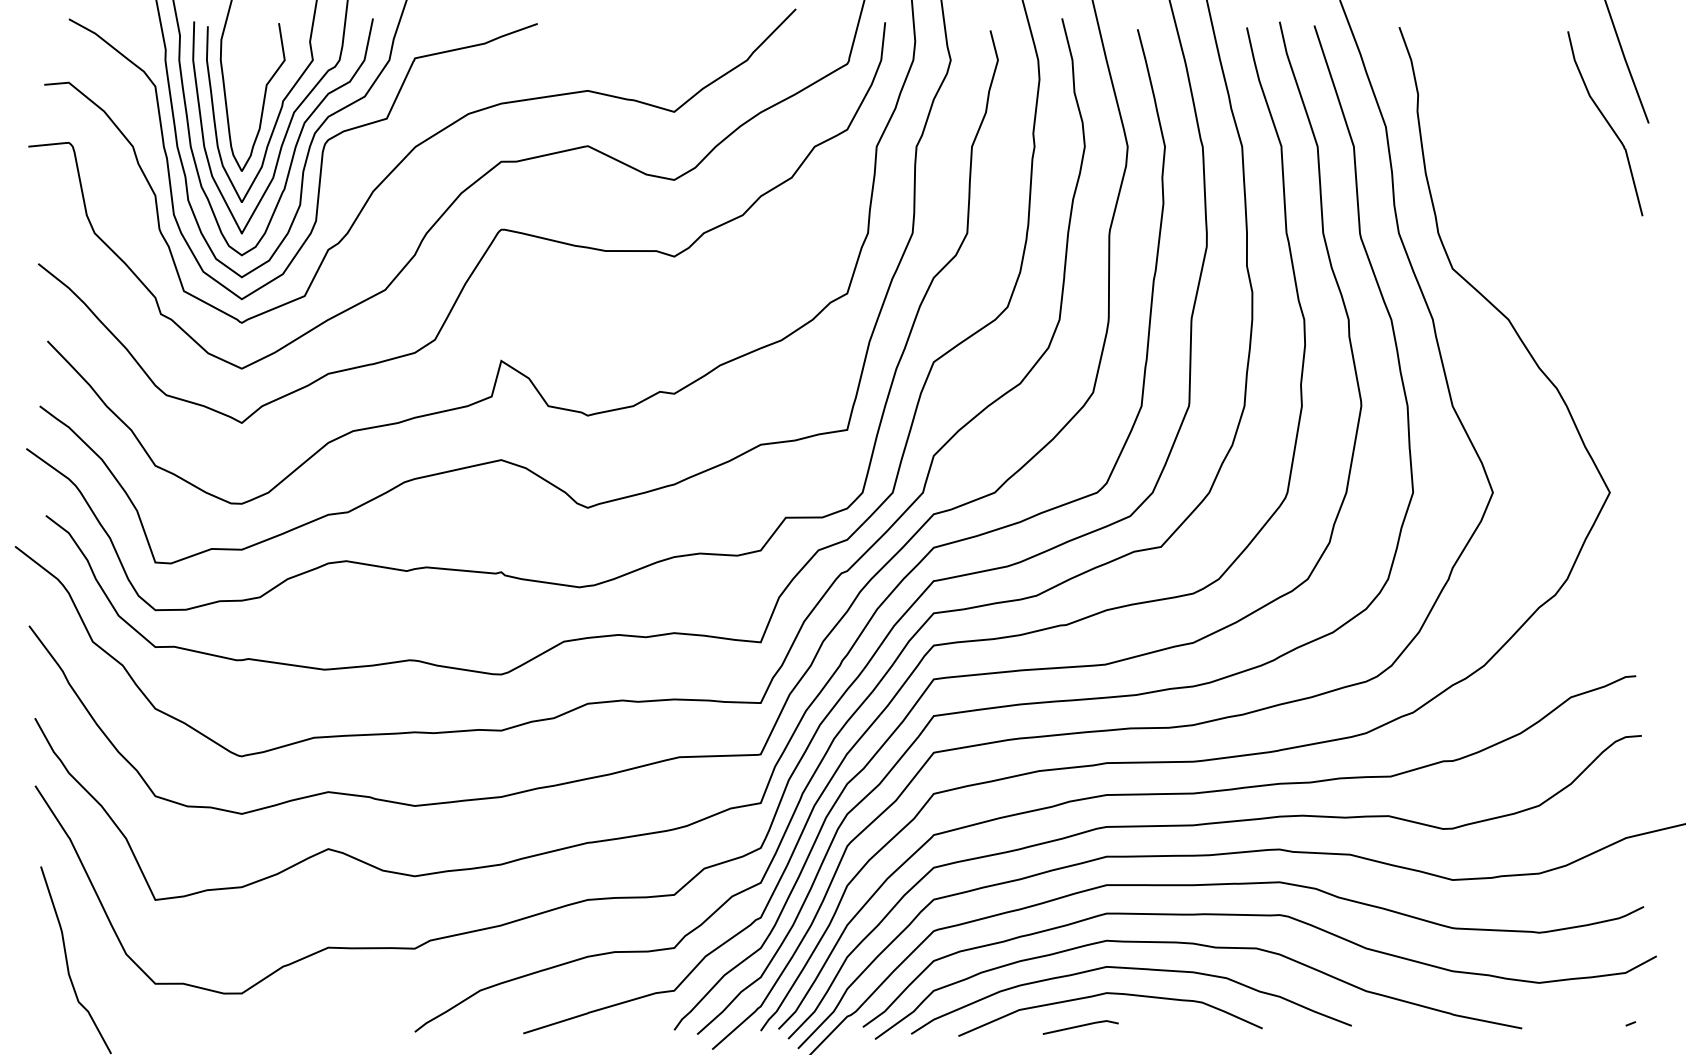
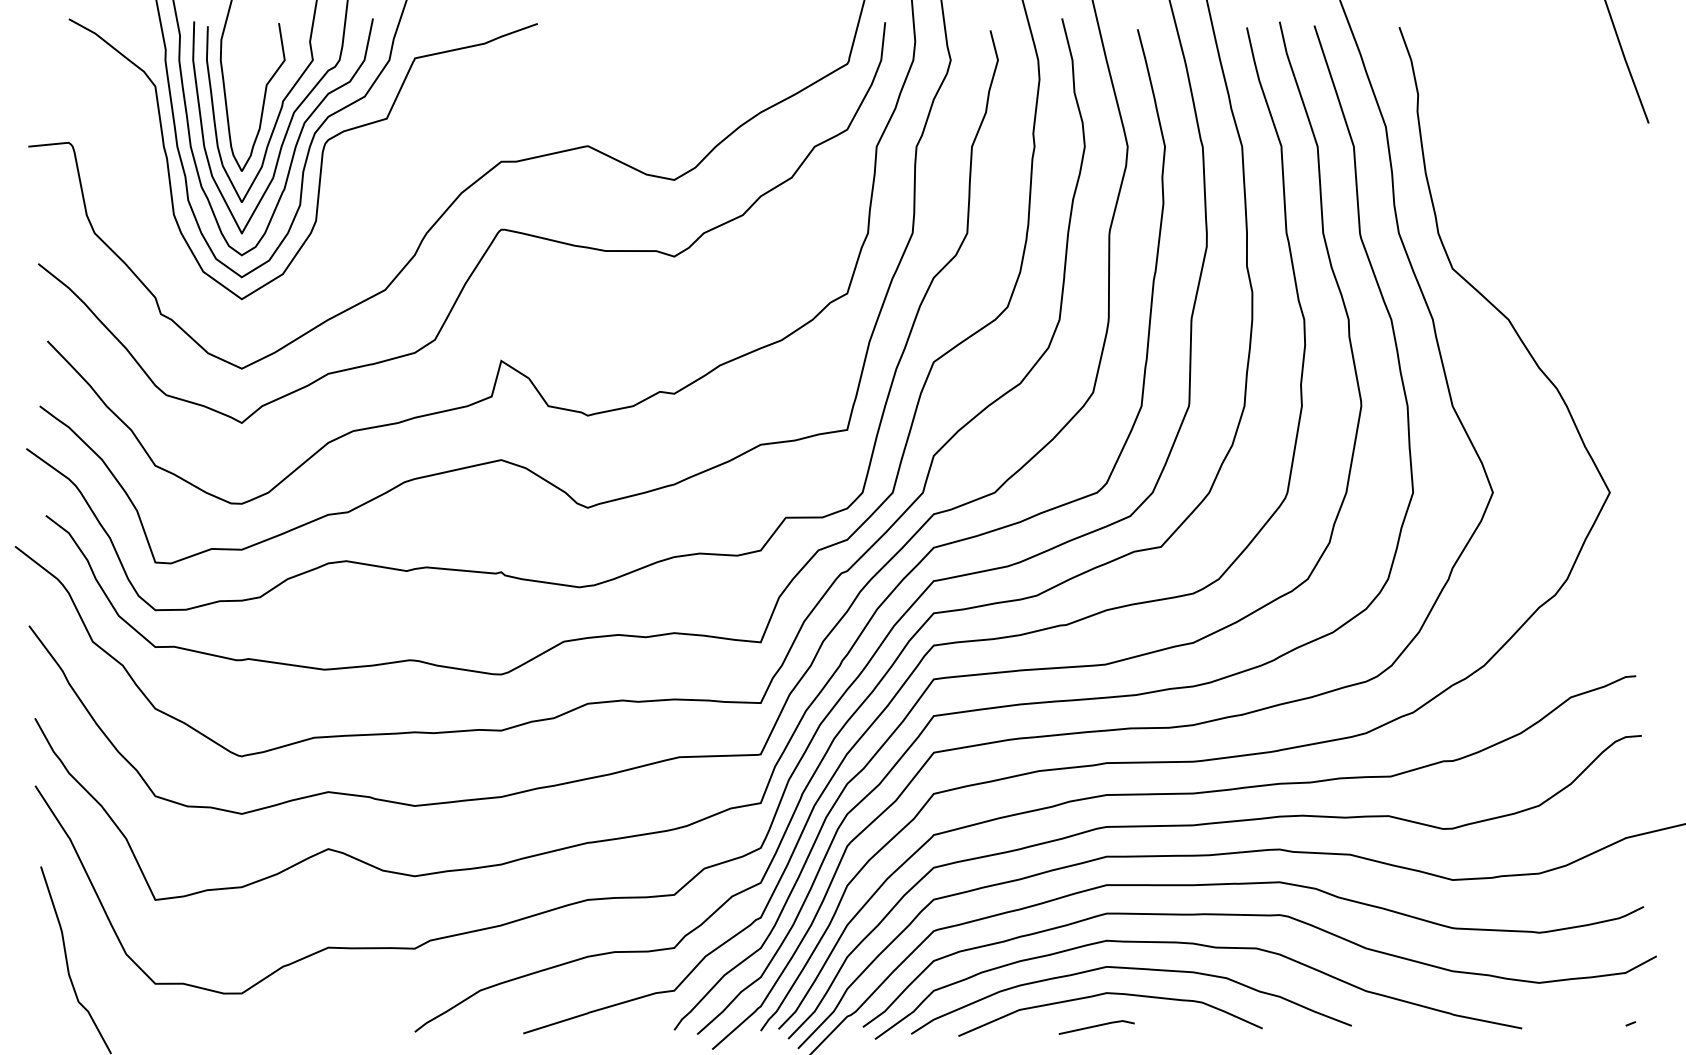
curve at (1606, 122): present -> none
curve at (409, 154): present -> none
line at (1080, 1026) position: (1080, 1026) -> (1096, 1026)
